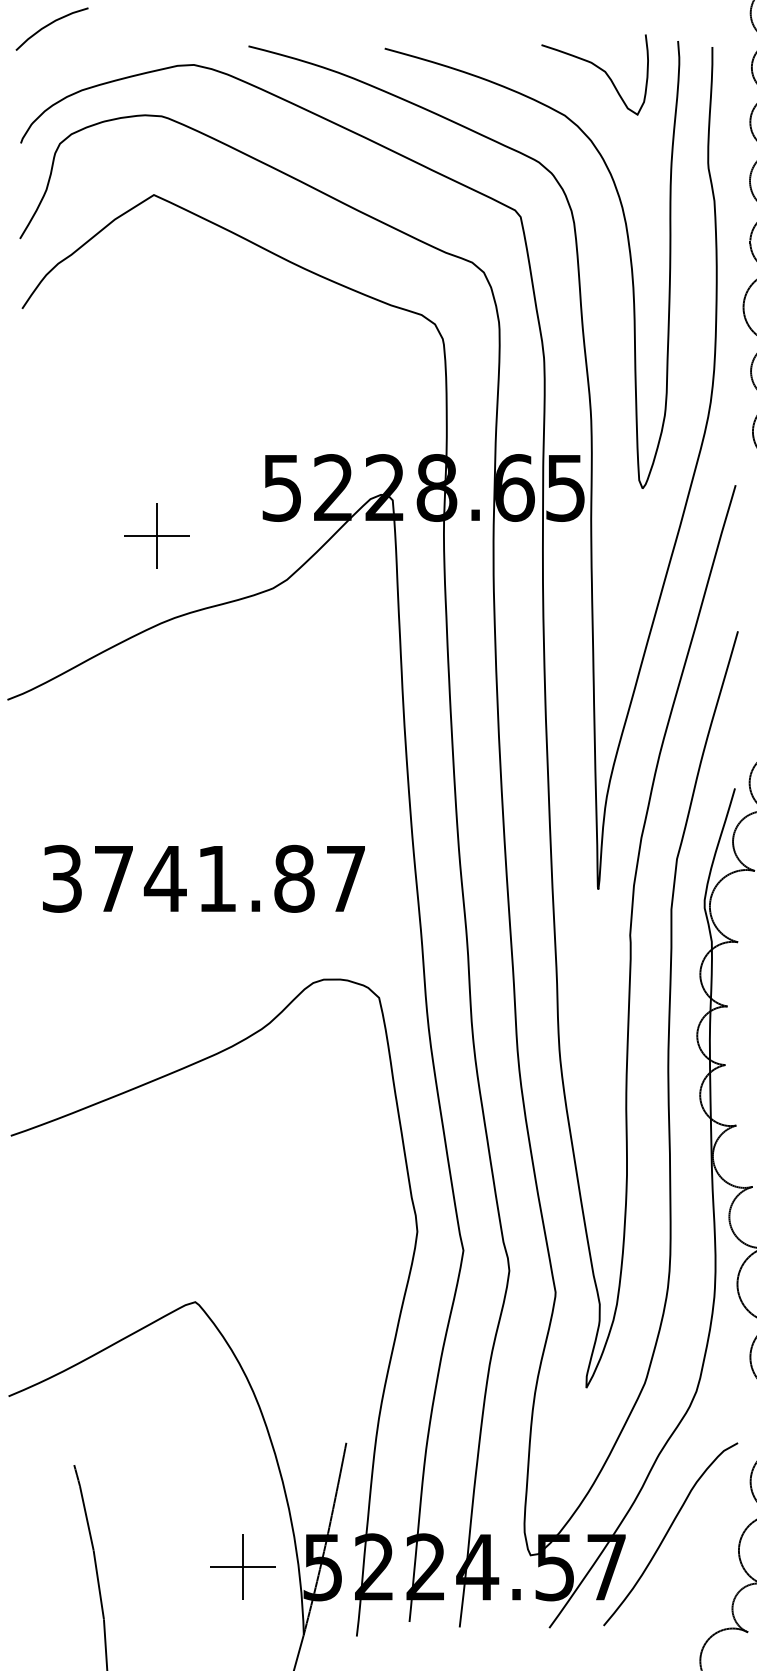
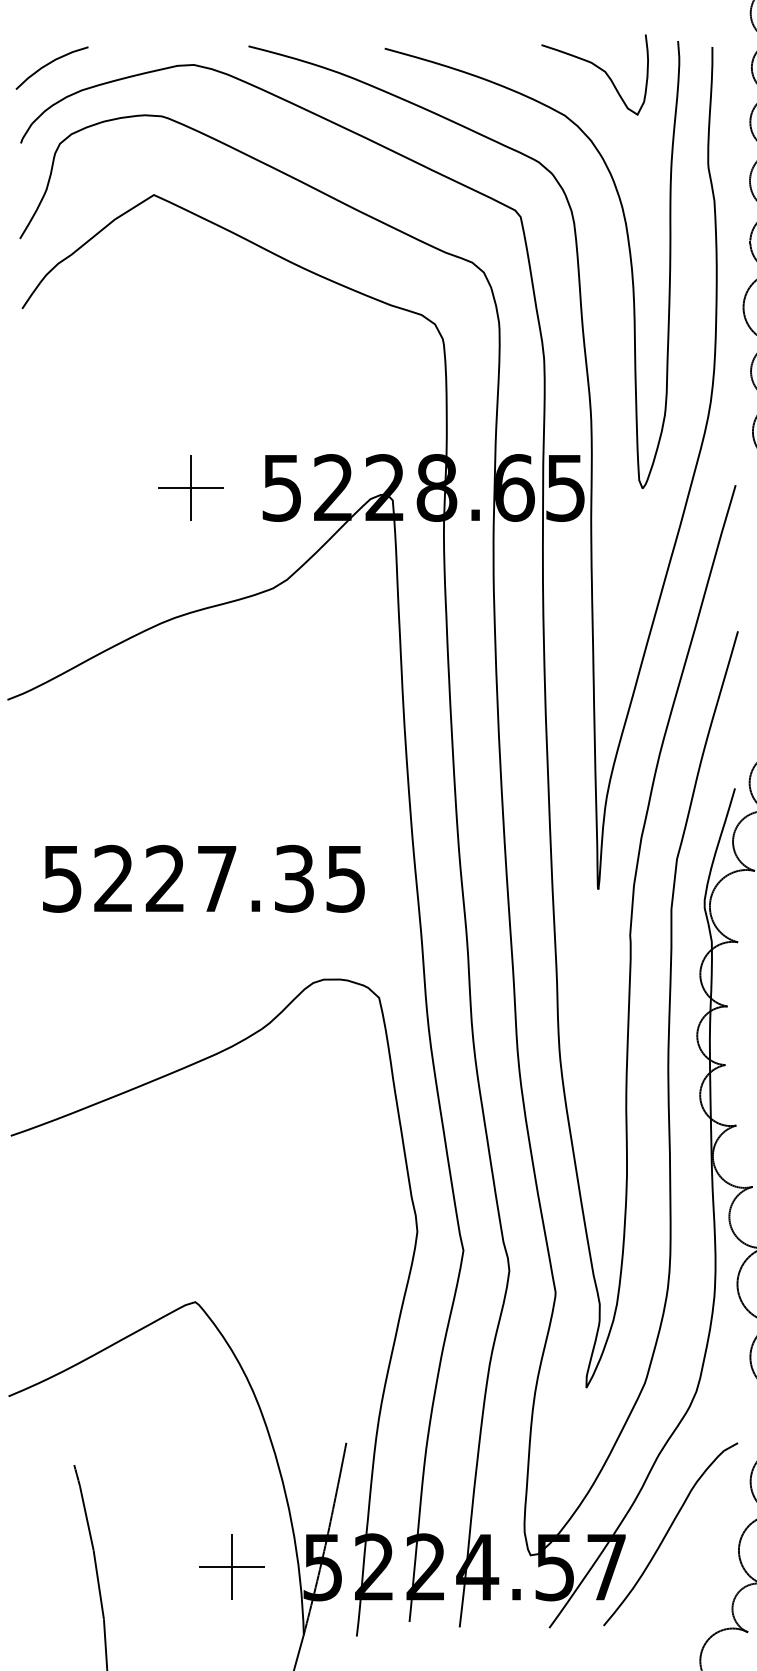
curve at (49, 25) position: (49, 25) -> (49, 64)
part at (156, 535) position: (156, 535) -> (190, 487)
text at (203, 878): 3741.87 -> 5227.35
part at (242, 1566) position: (242, 1566) -> (231, 1566)
